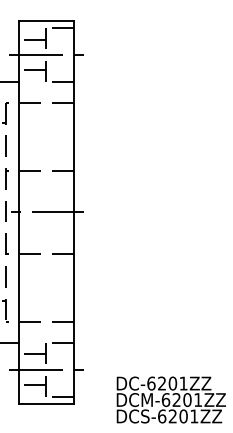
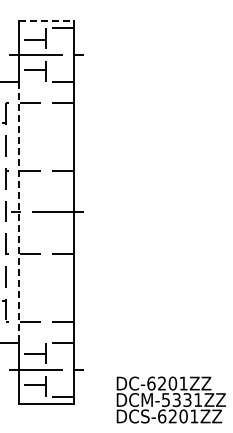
line at (47, 20): solid -> dashed
line at (19, 212): solid -> dashed
text at (176, 400): DCM-6201ZZ -> DCM-5331ZZ
